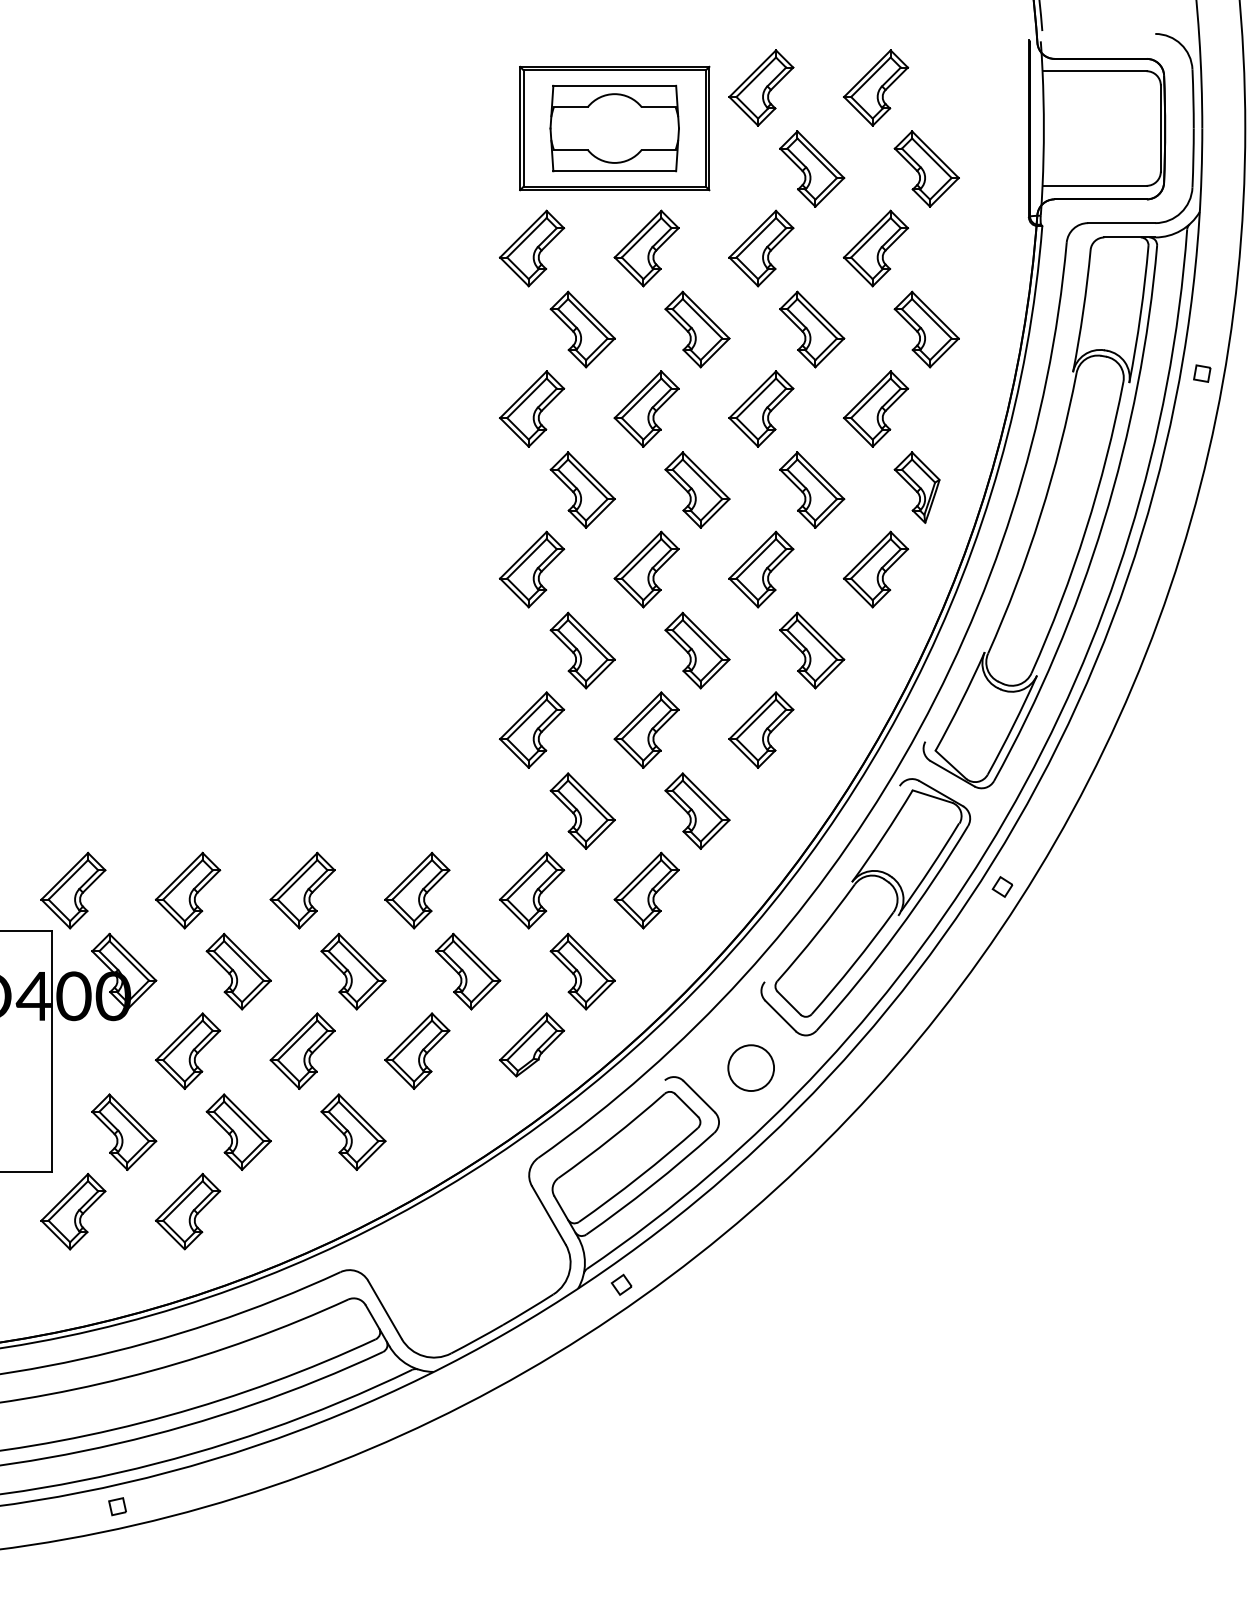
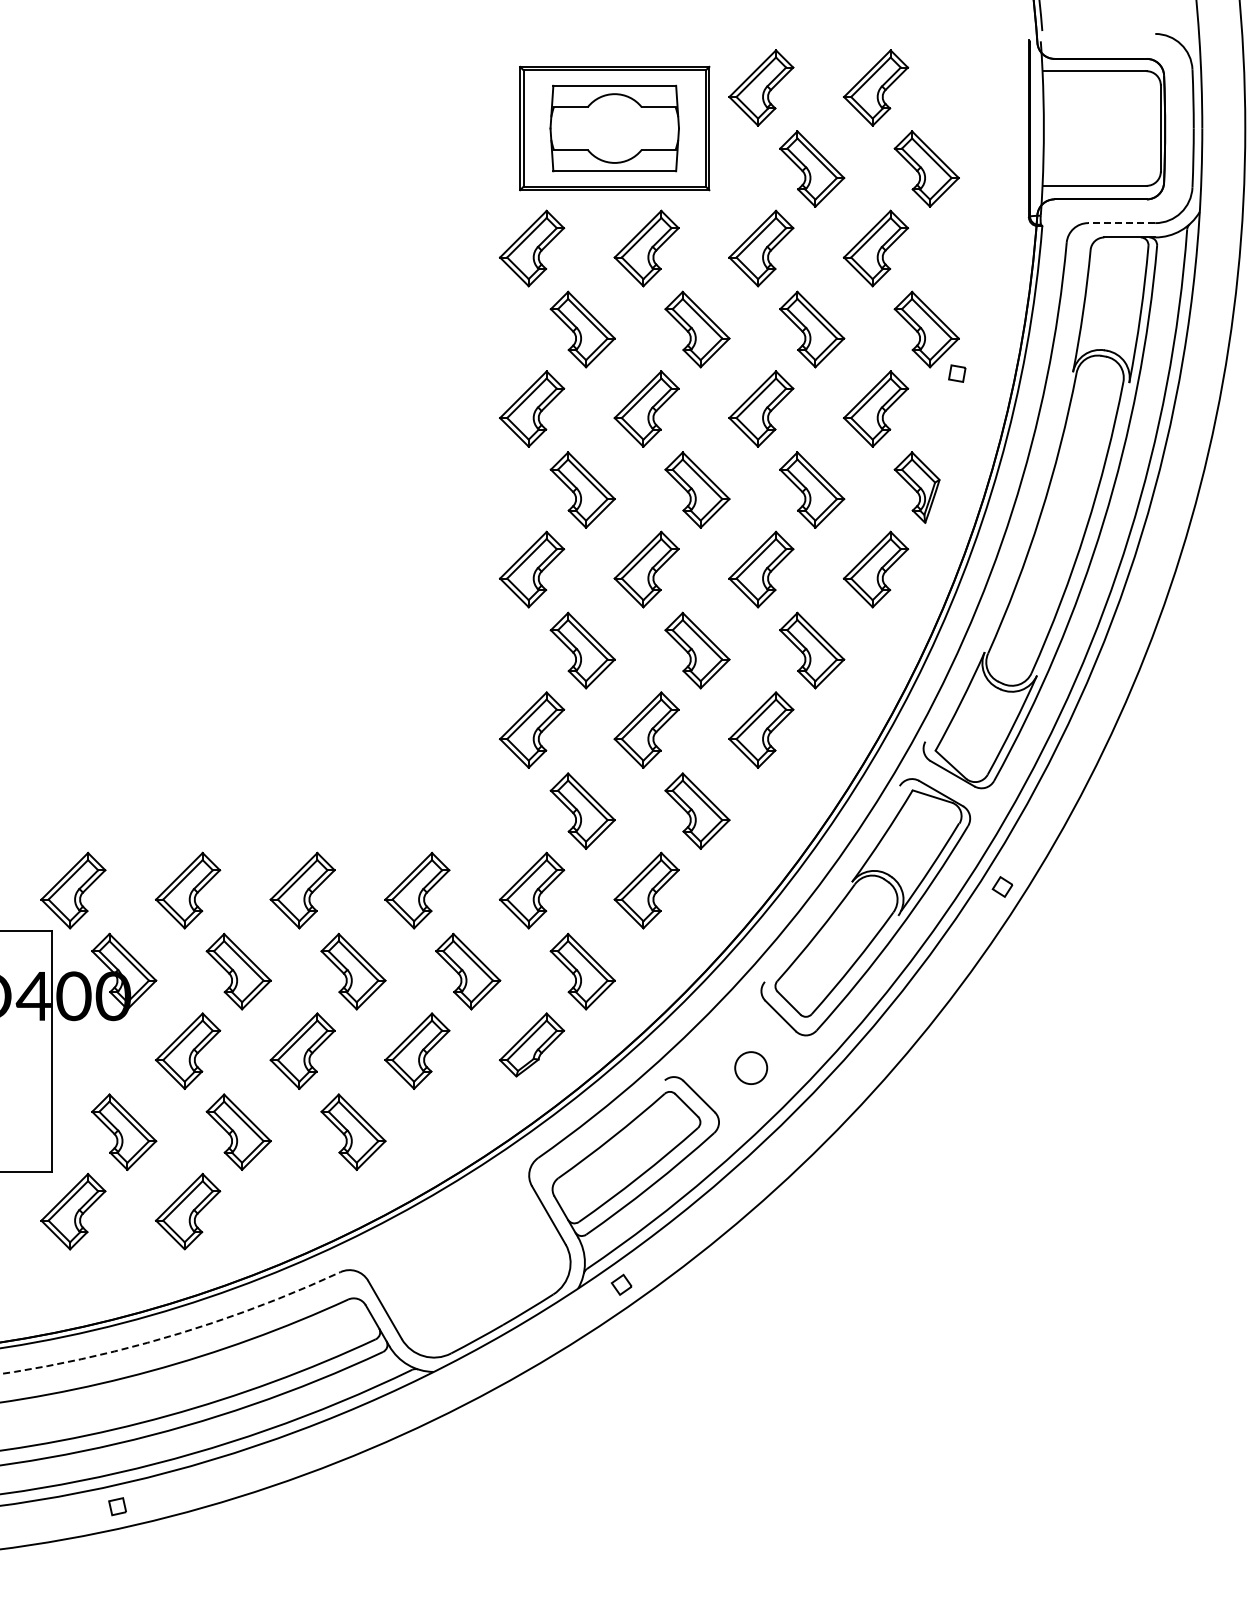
line at (1121, 223): solid -> dashed
part at (1202, 373) position: (1202, 373) -> (957, 373)
circle at (751, 1068) diameter: 46 px -> 32 px
arc at (174, 1335): solid -> dashed
